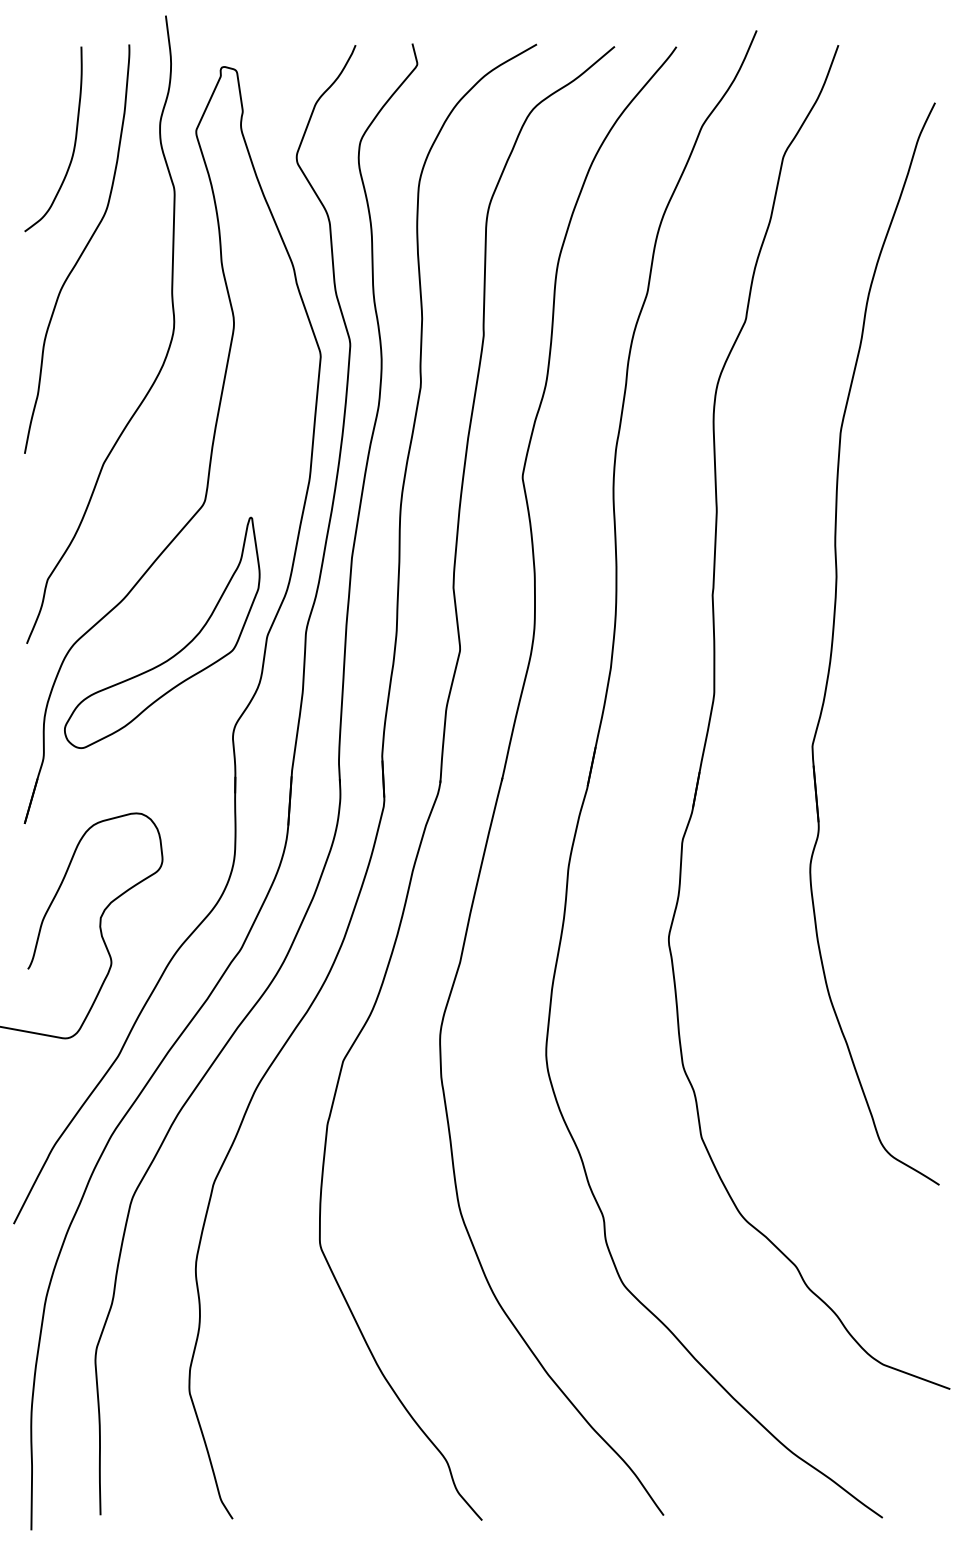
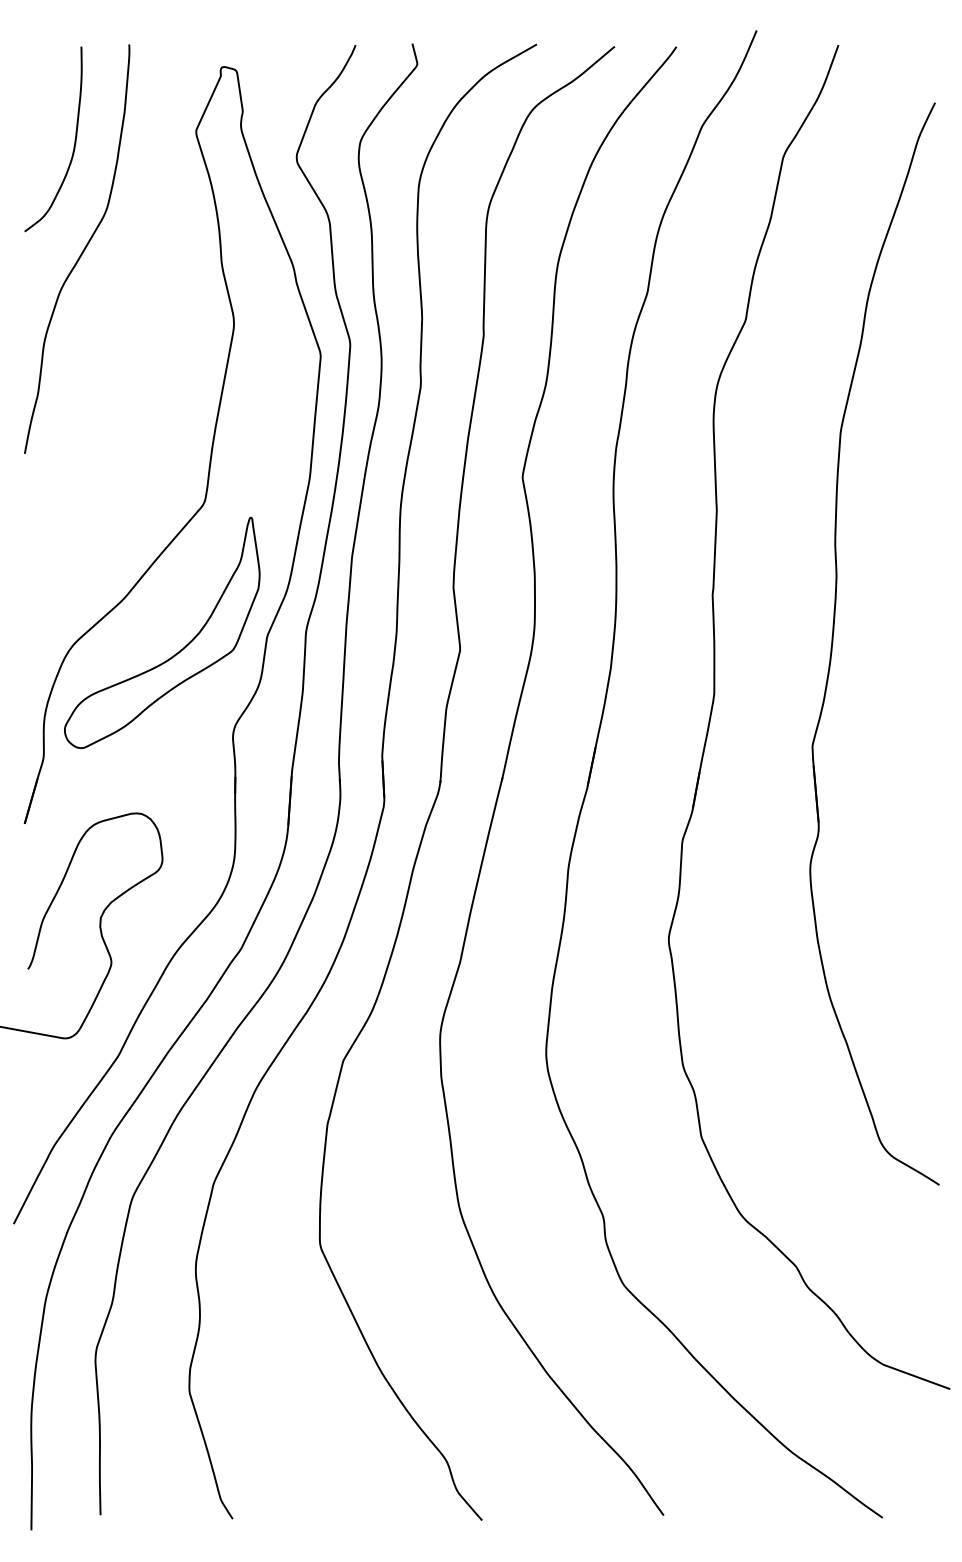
curve at (166, 352): present -> none
